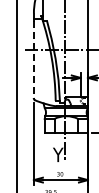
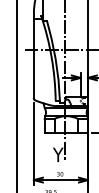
line at (33, 60): dashed -> solid
